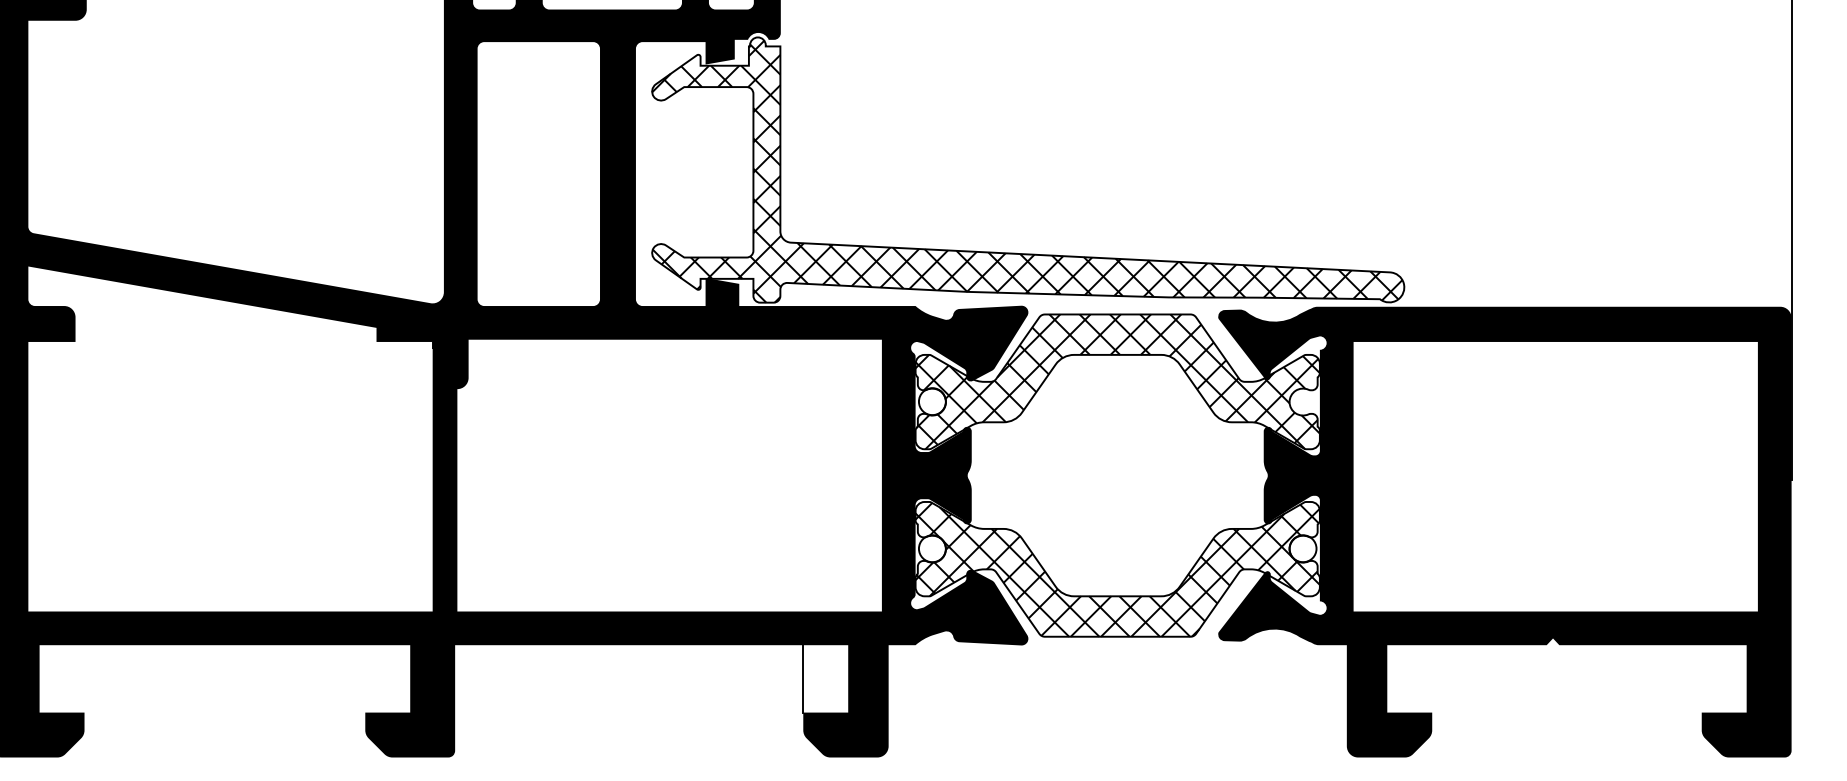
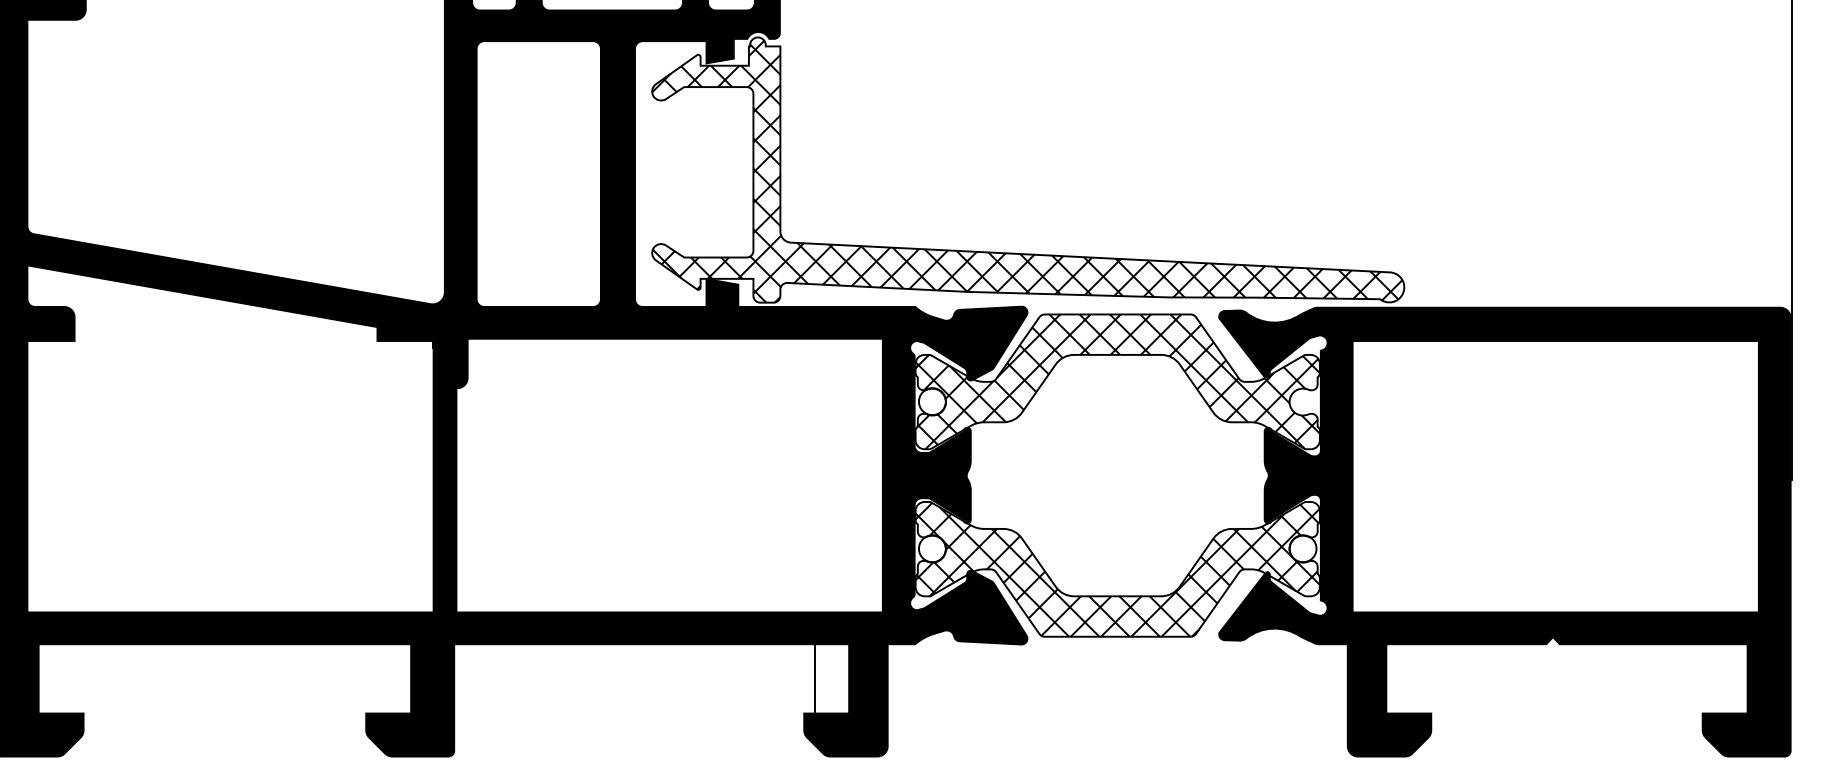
line at (803, 678) position: (803, 678) -> (815, 678)
